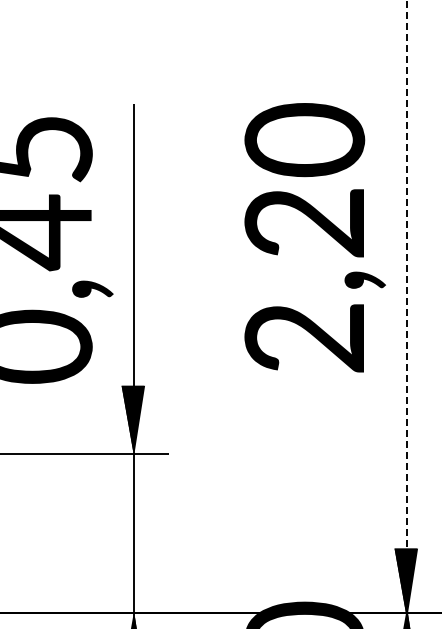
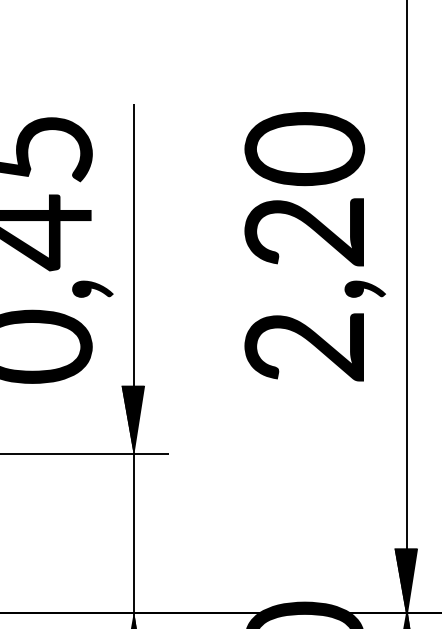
text at (314, 237) position: (314, 237) -> (314, 246)
line at (406, 306): dashed -> solid
